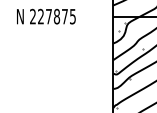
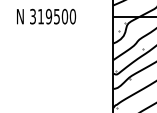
text at (53, 16): 227875 -> 319500
